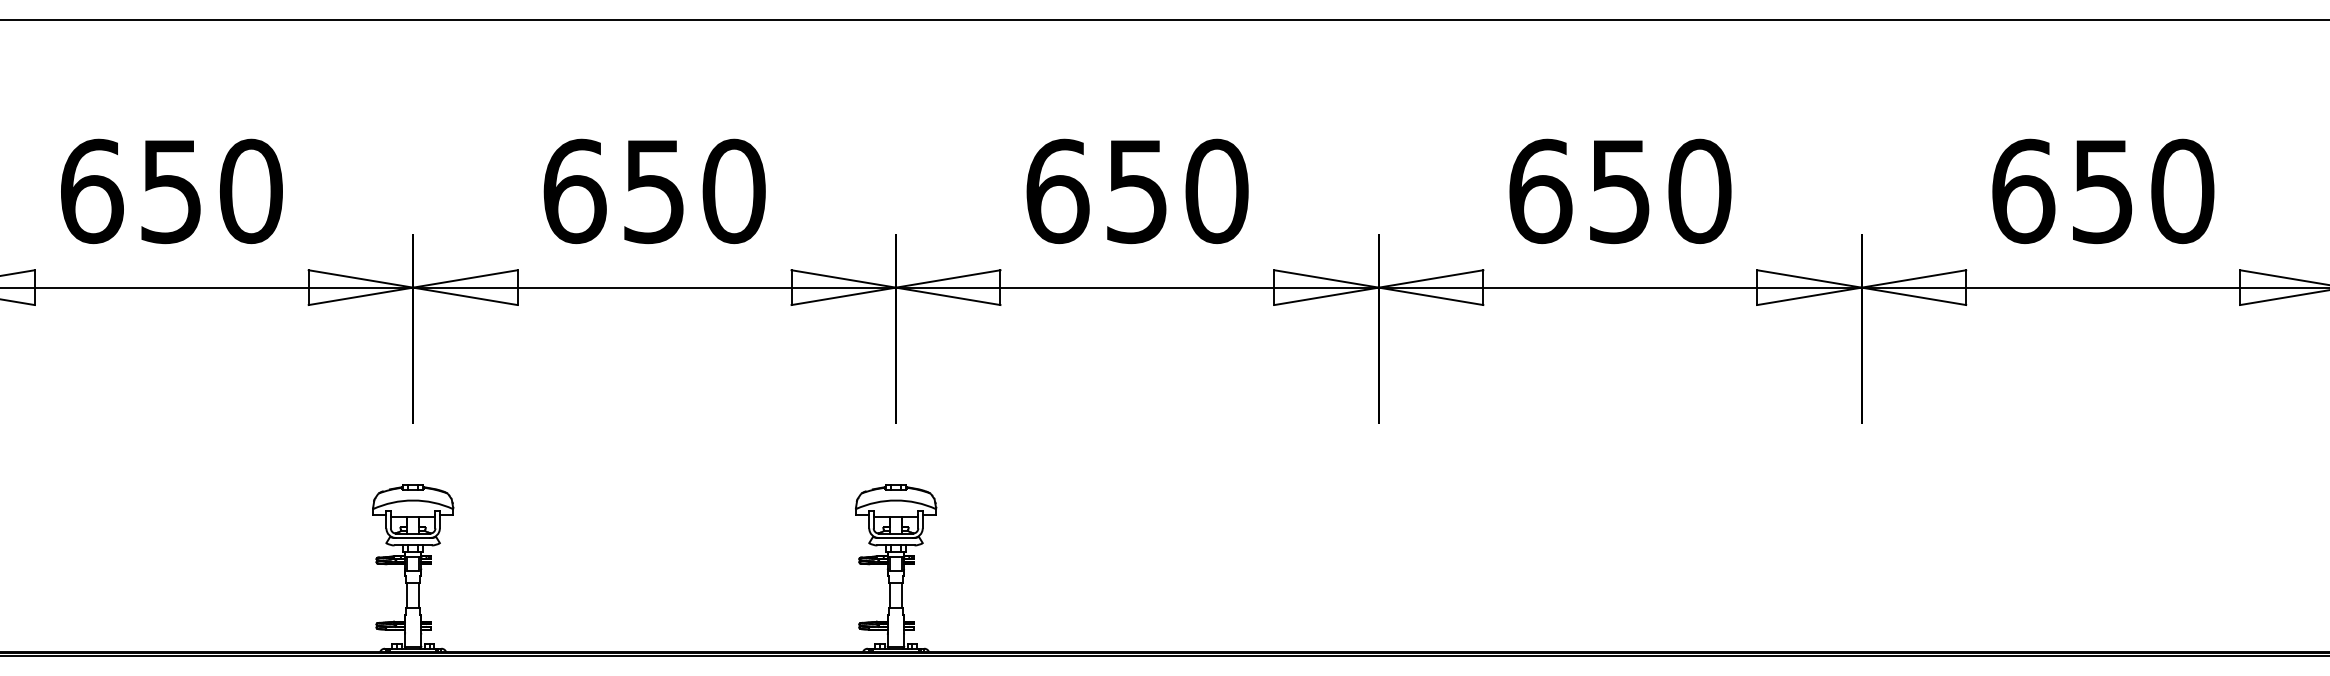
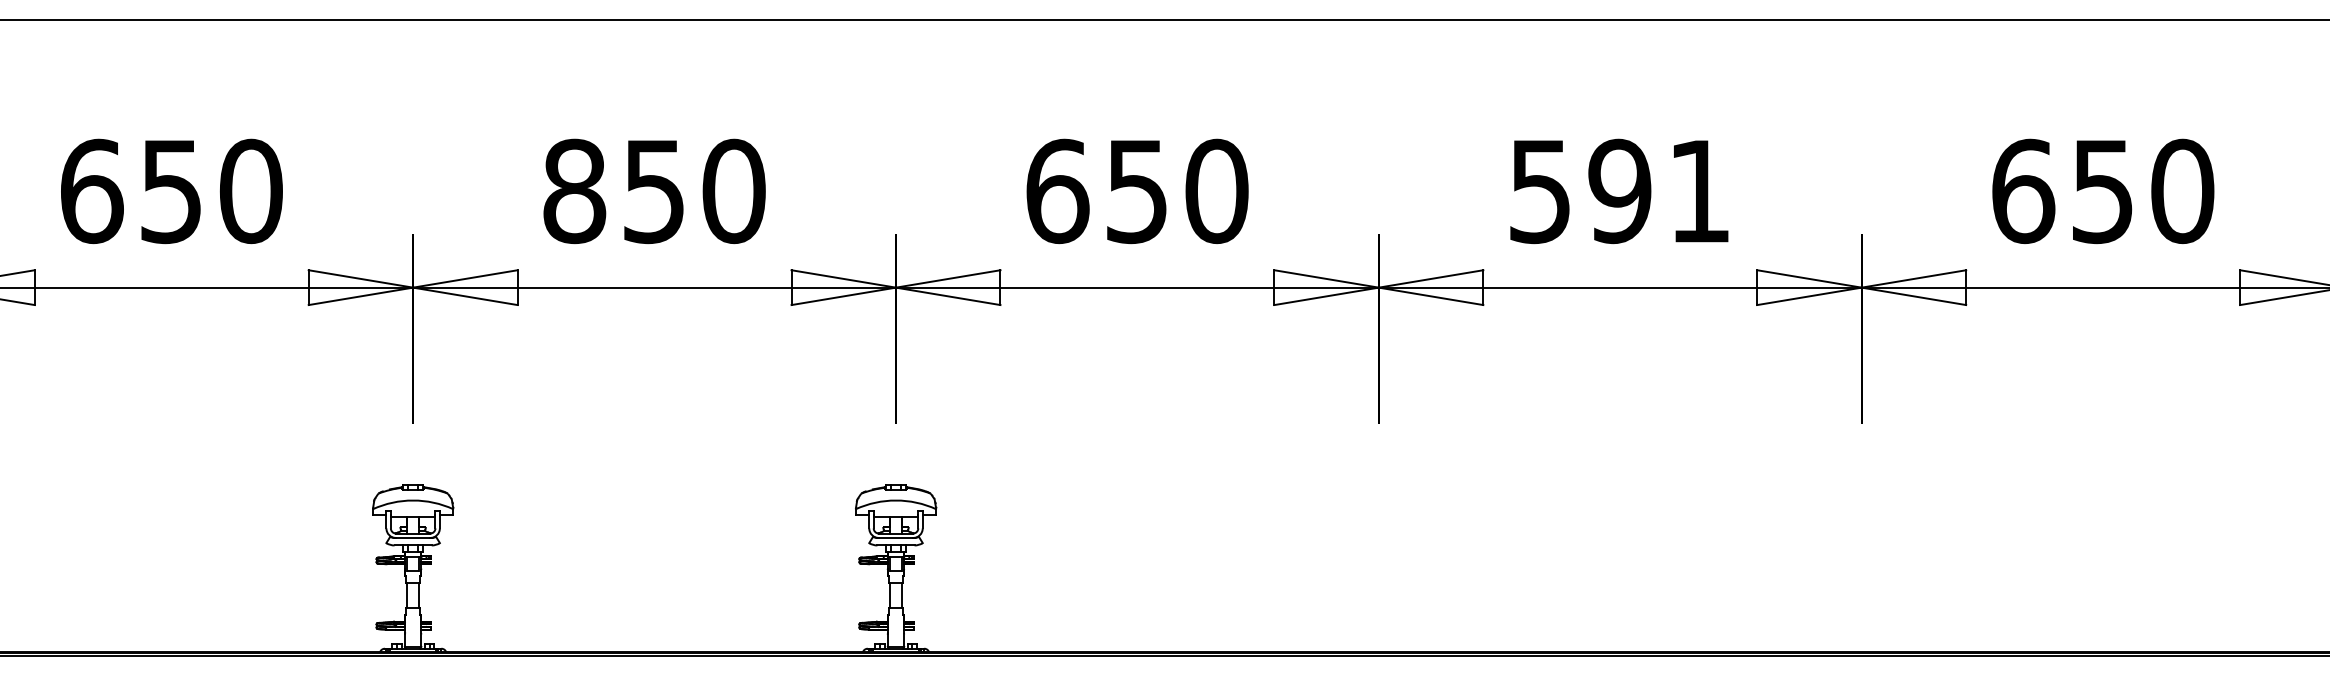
text at (574, 190): 650 -> 850
text at (1620, 191): 650 -> 591
